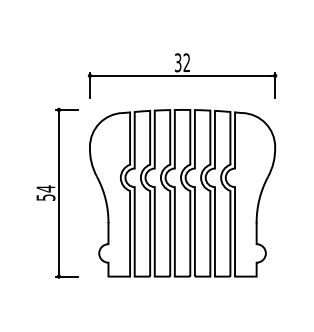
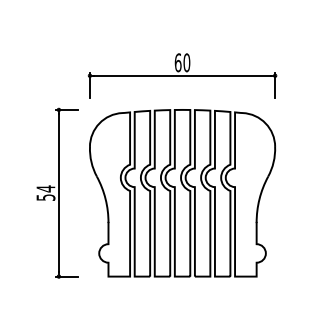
text at (182, 62): 32 -> 60
